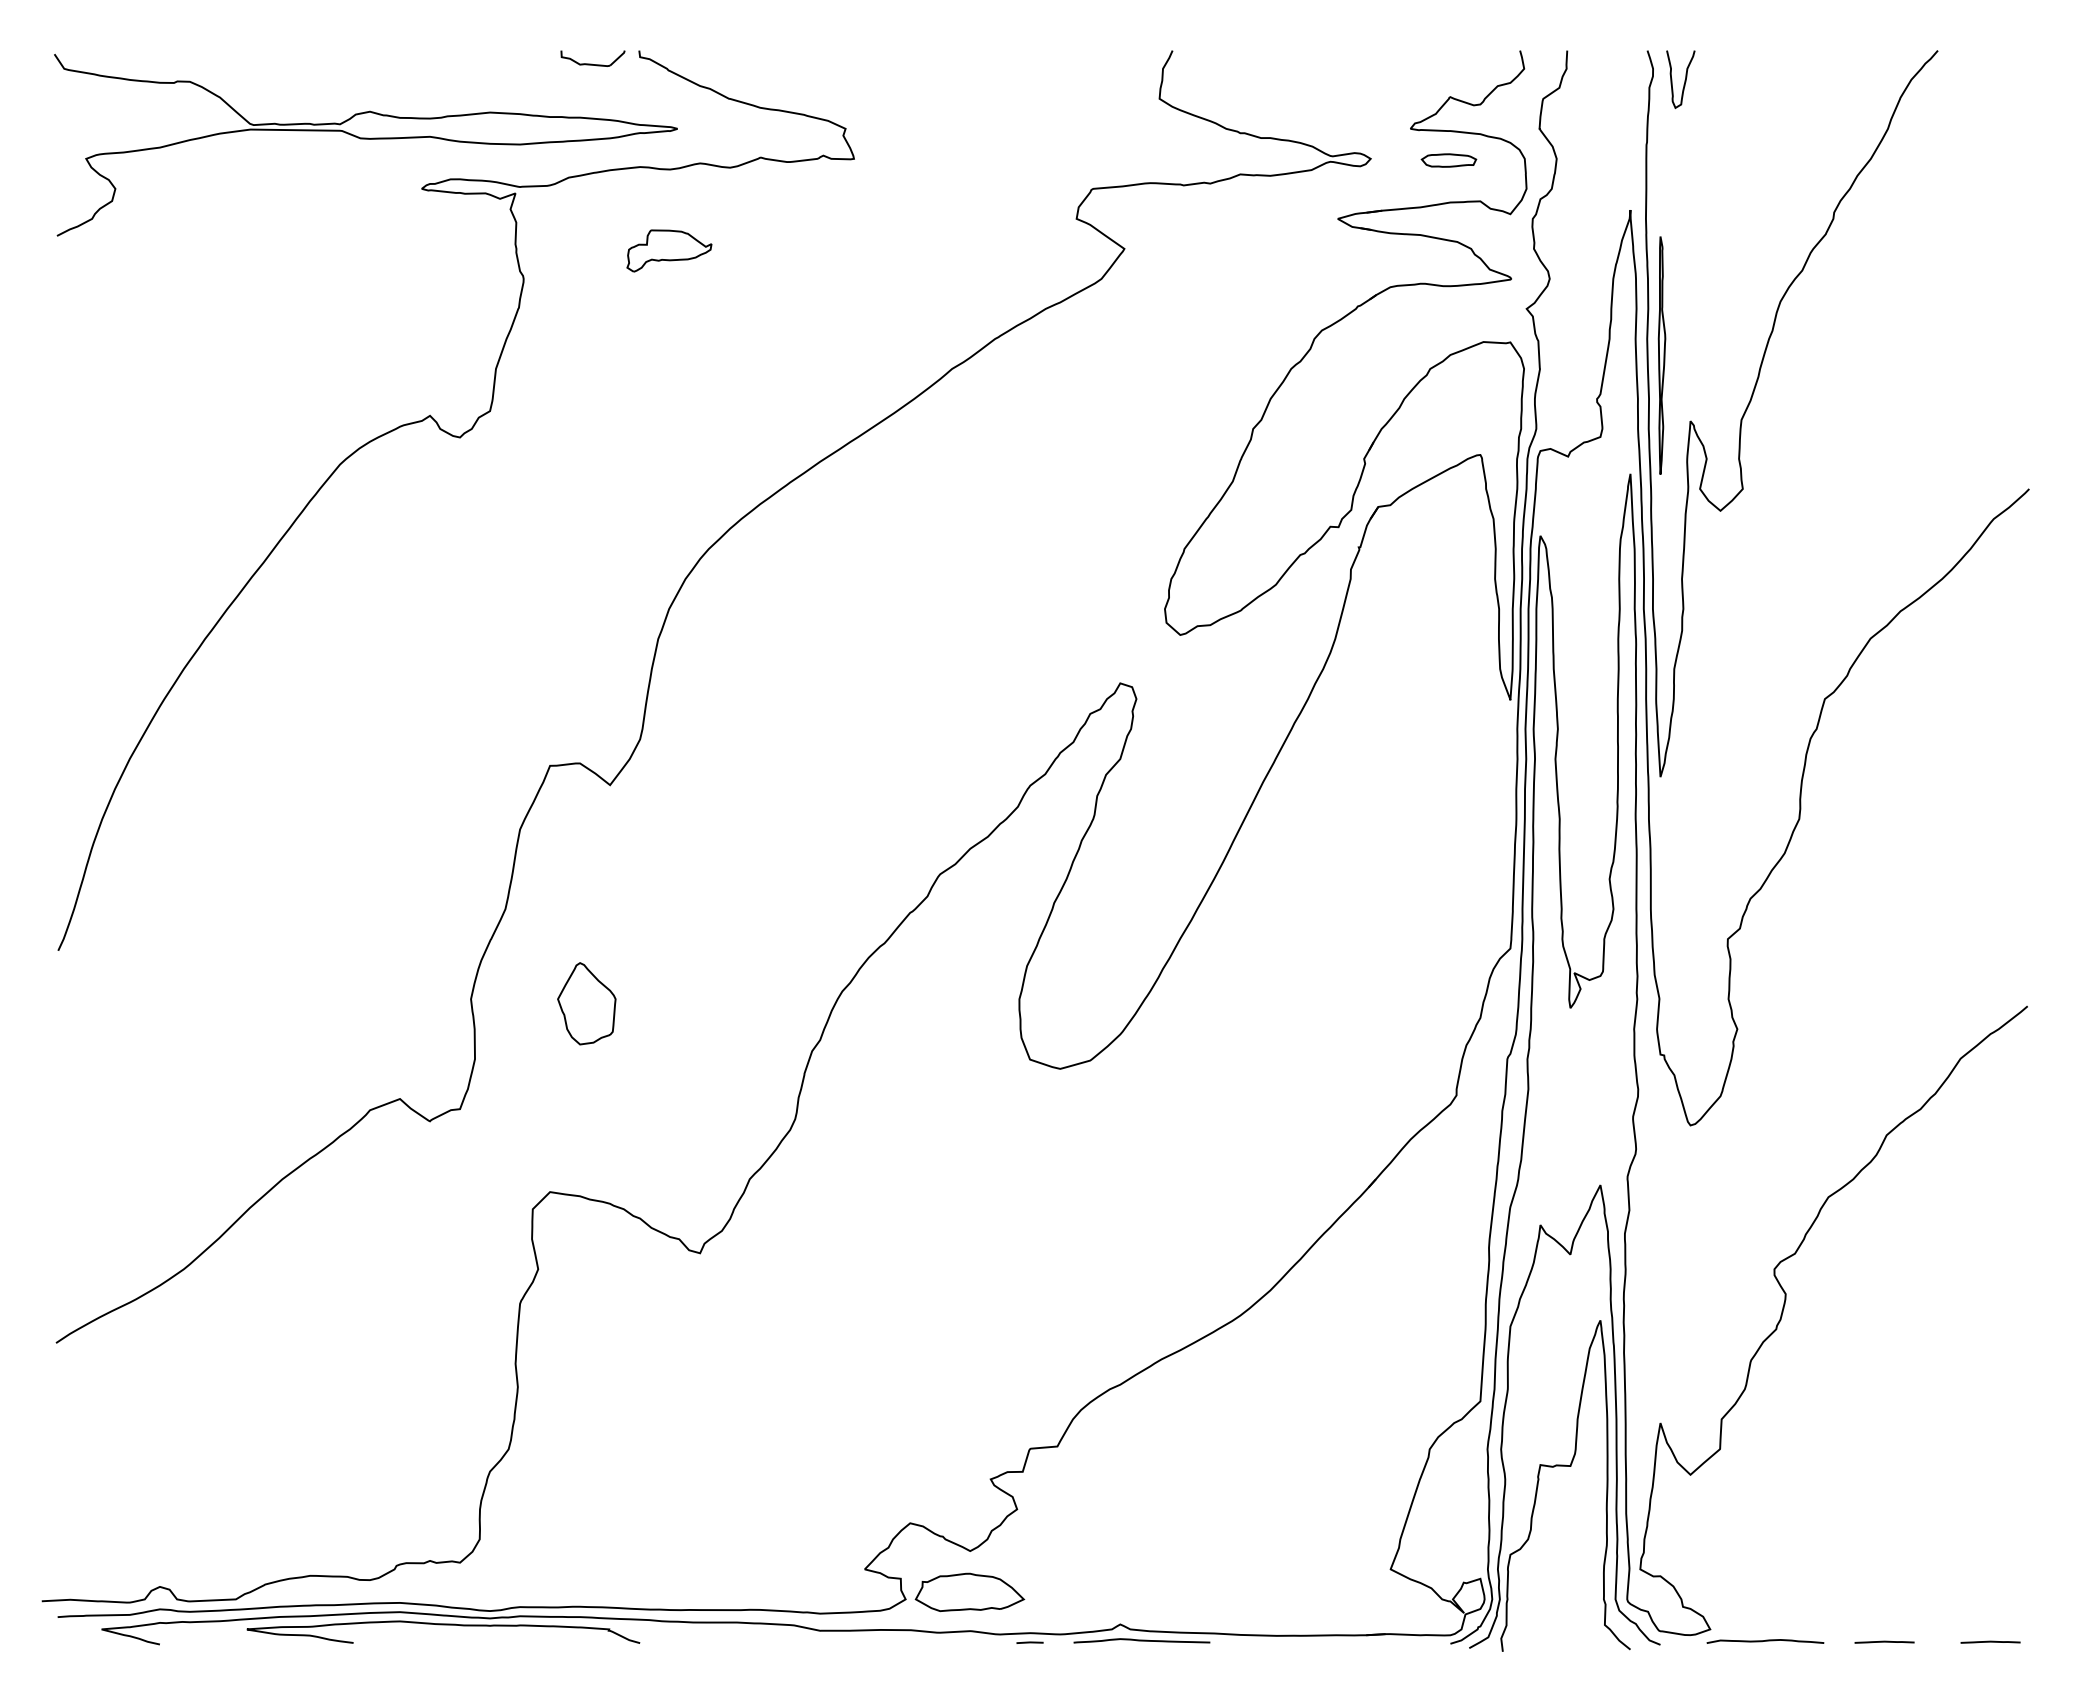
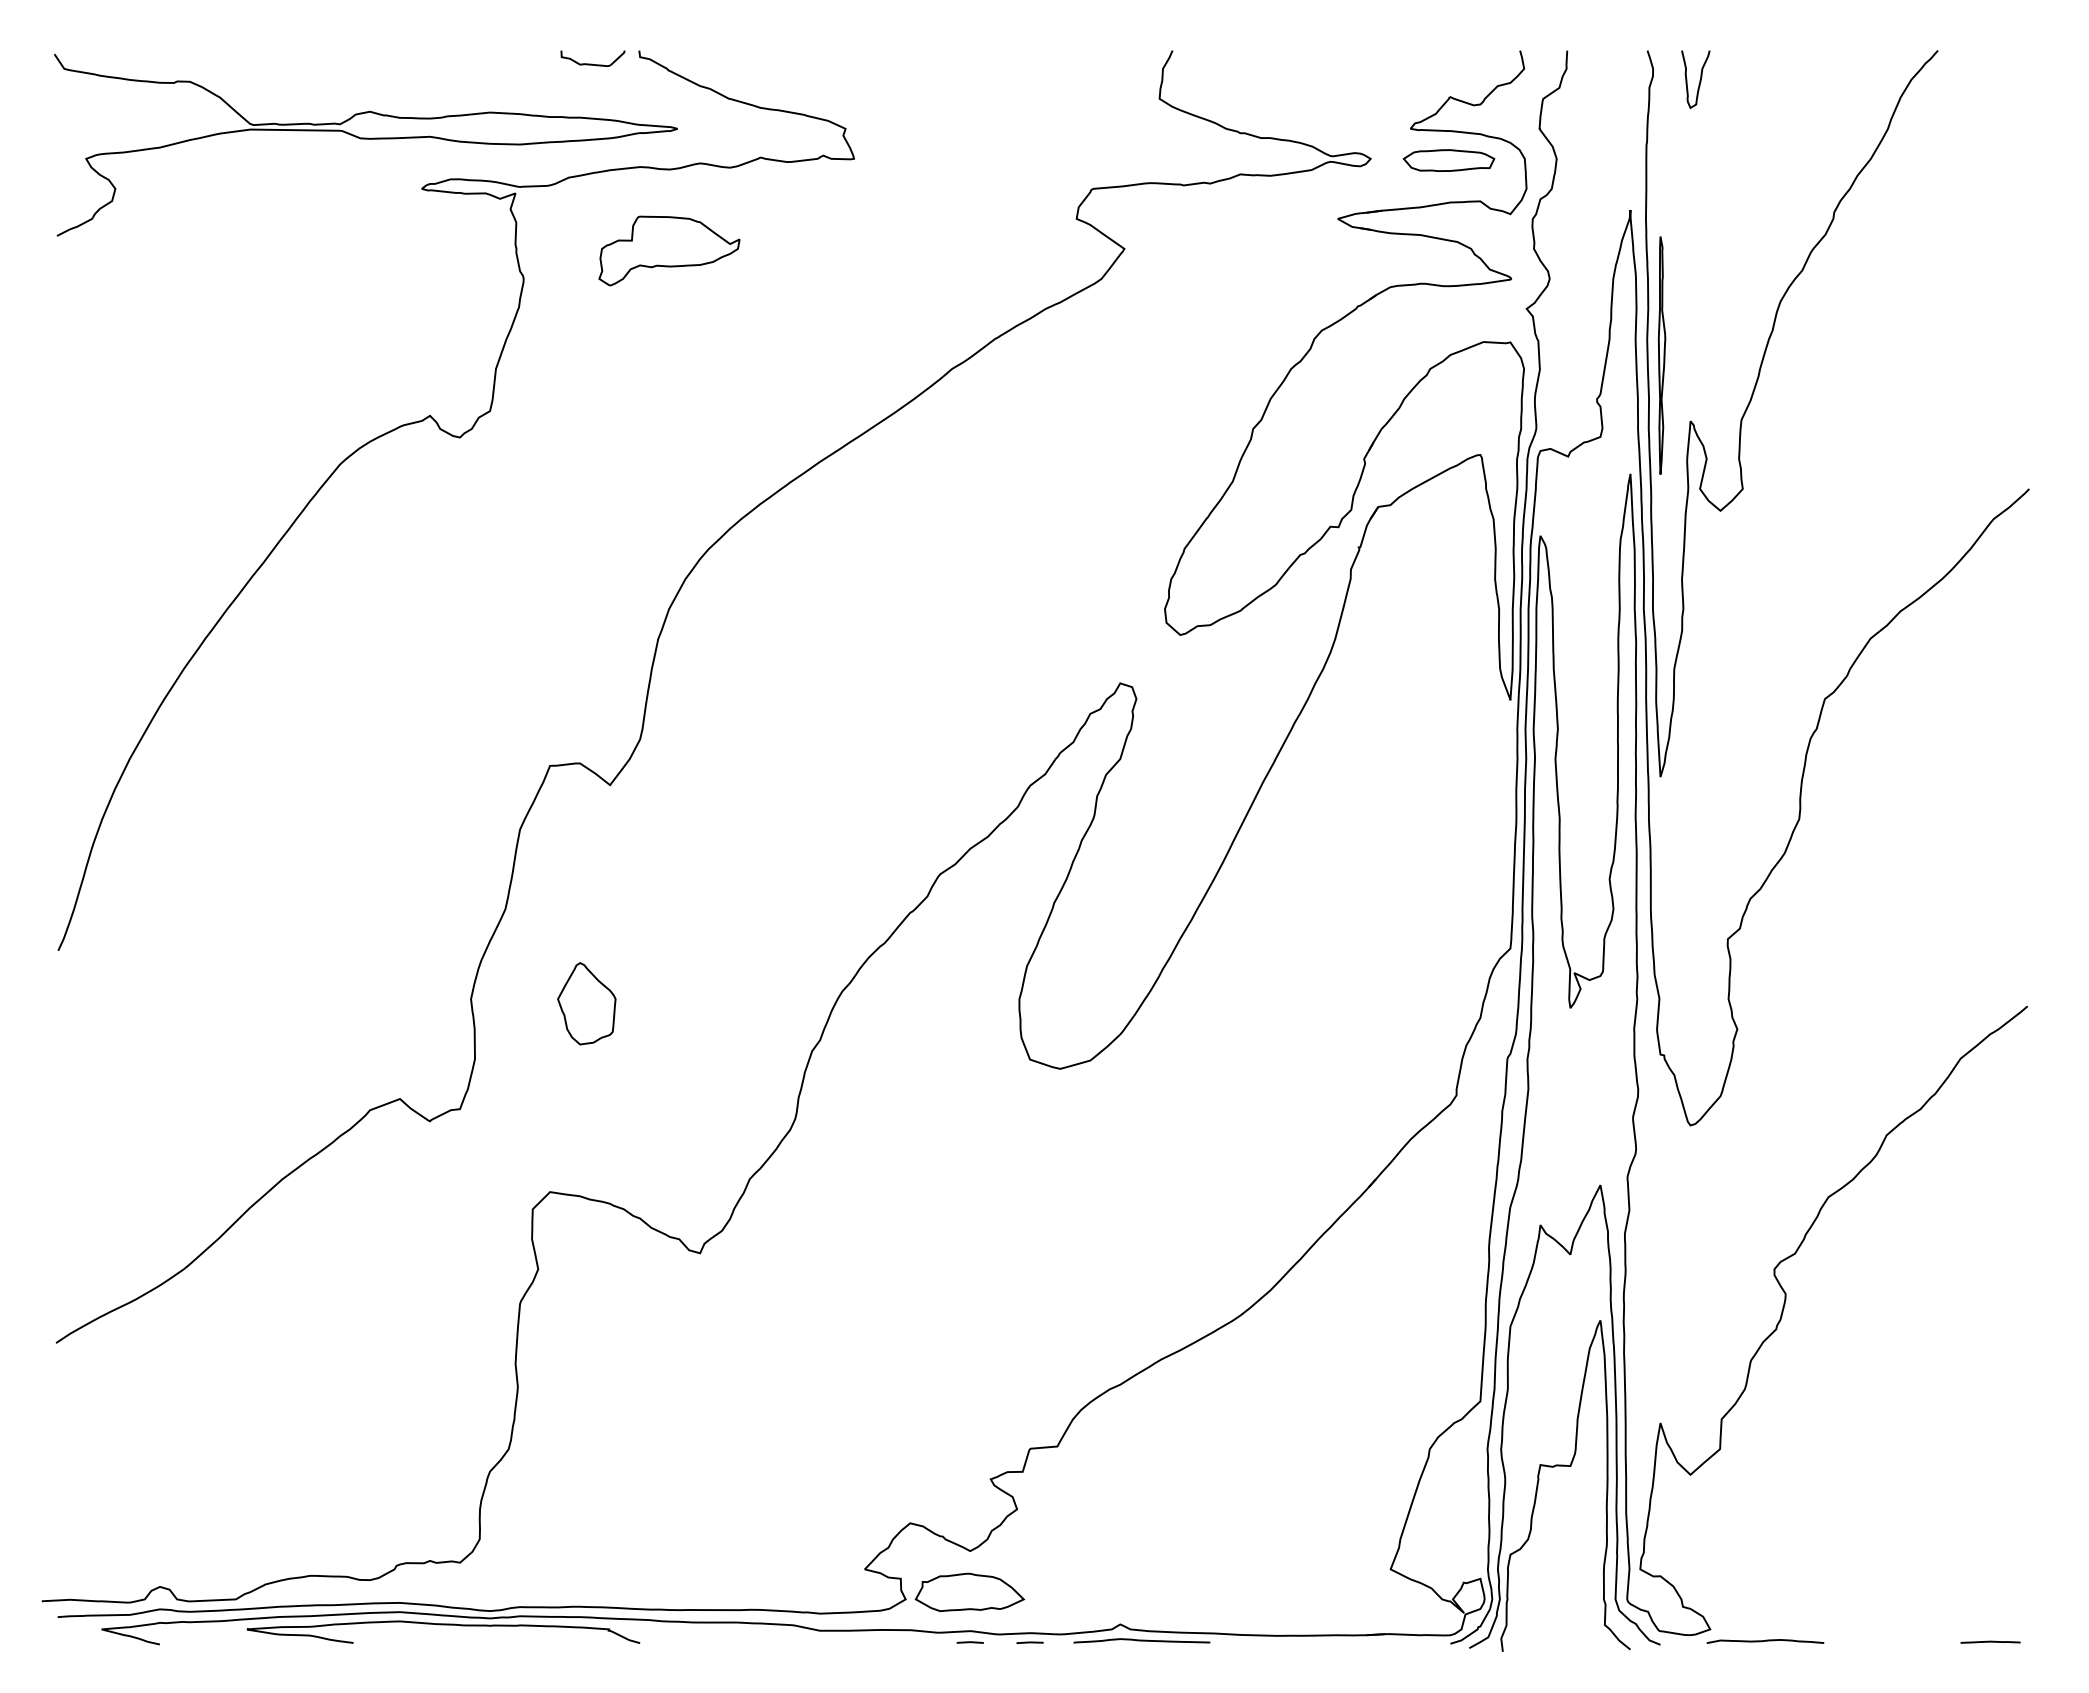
curve at (1684, 80) position: (1684, 80) -> (1699, 80)
part at (1448, 160) size: 58x15 px -> 94x23 px
part at (669, 250) size: 87x44 px -> 143x72 px
line at (1884, 1641): present -> none
line at (969, 1642): none -> present
